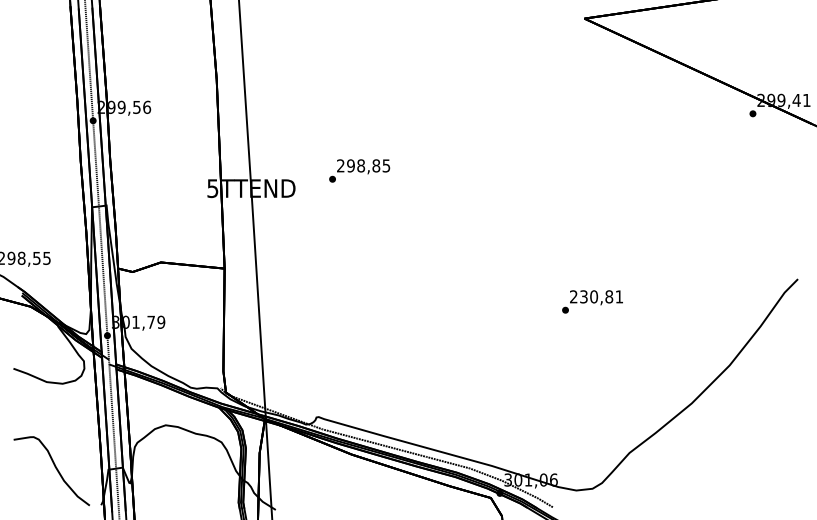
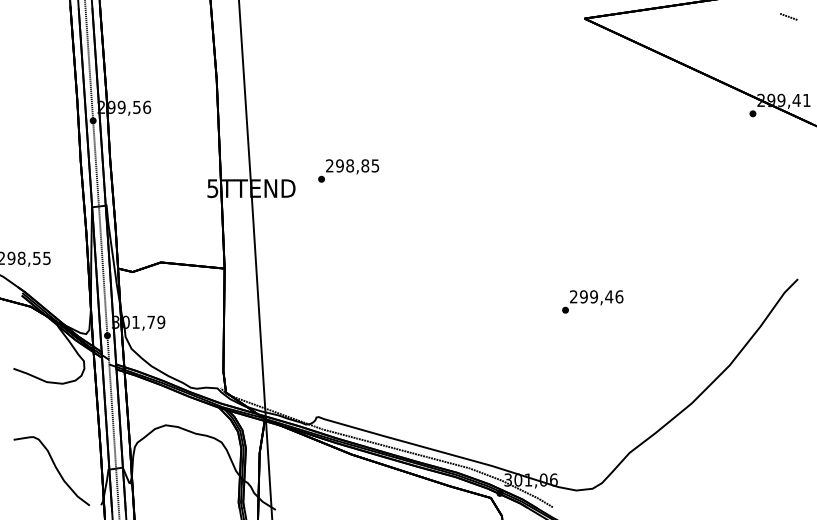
line at (788, 16): none -> present
text at (359, 170) position: (359, 170) -> (348, 170)
text at (601, 296): 230,81 -> 299,46
